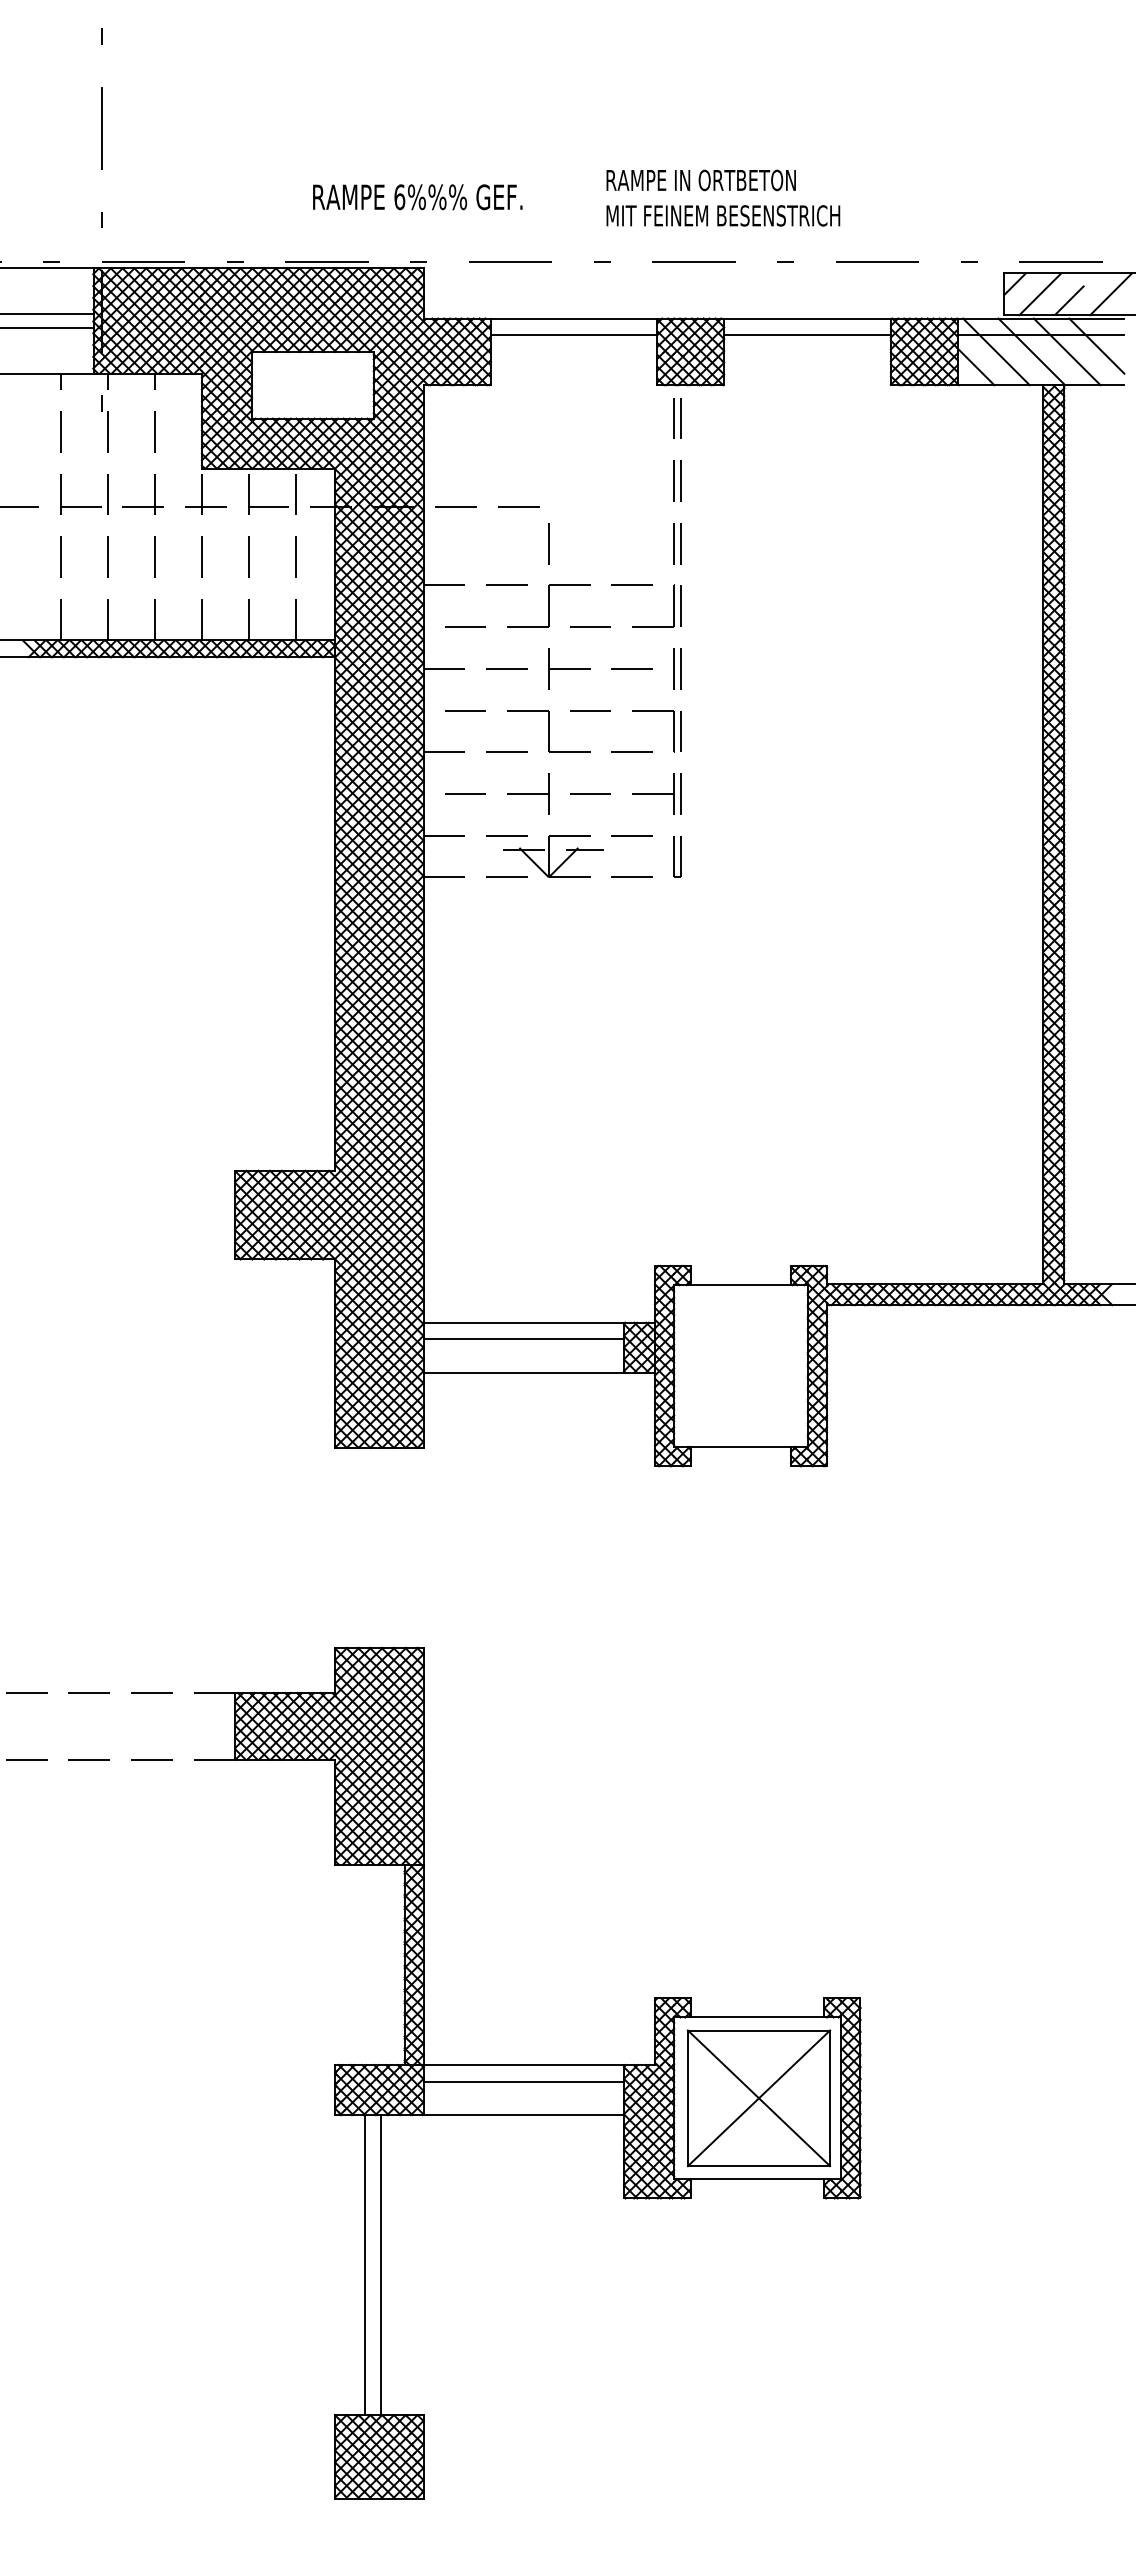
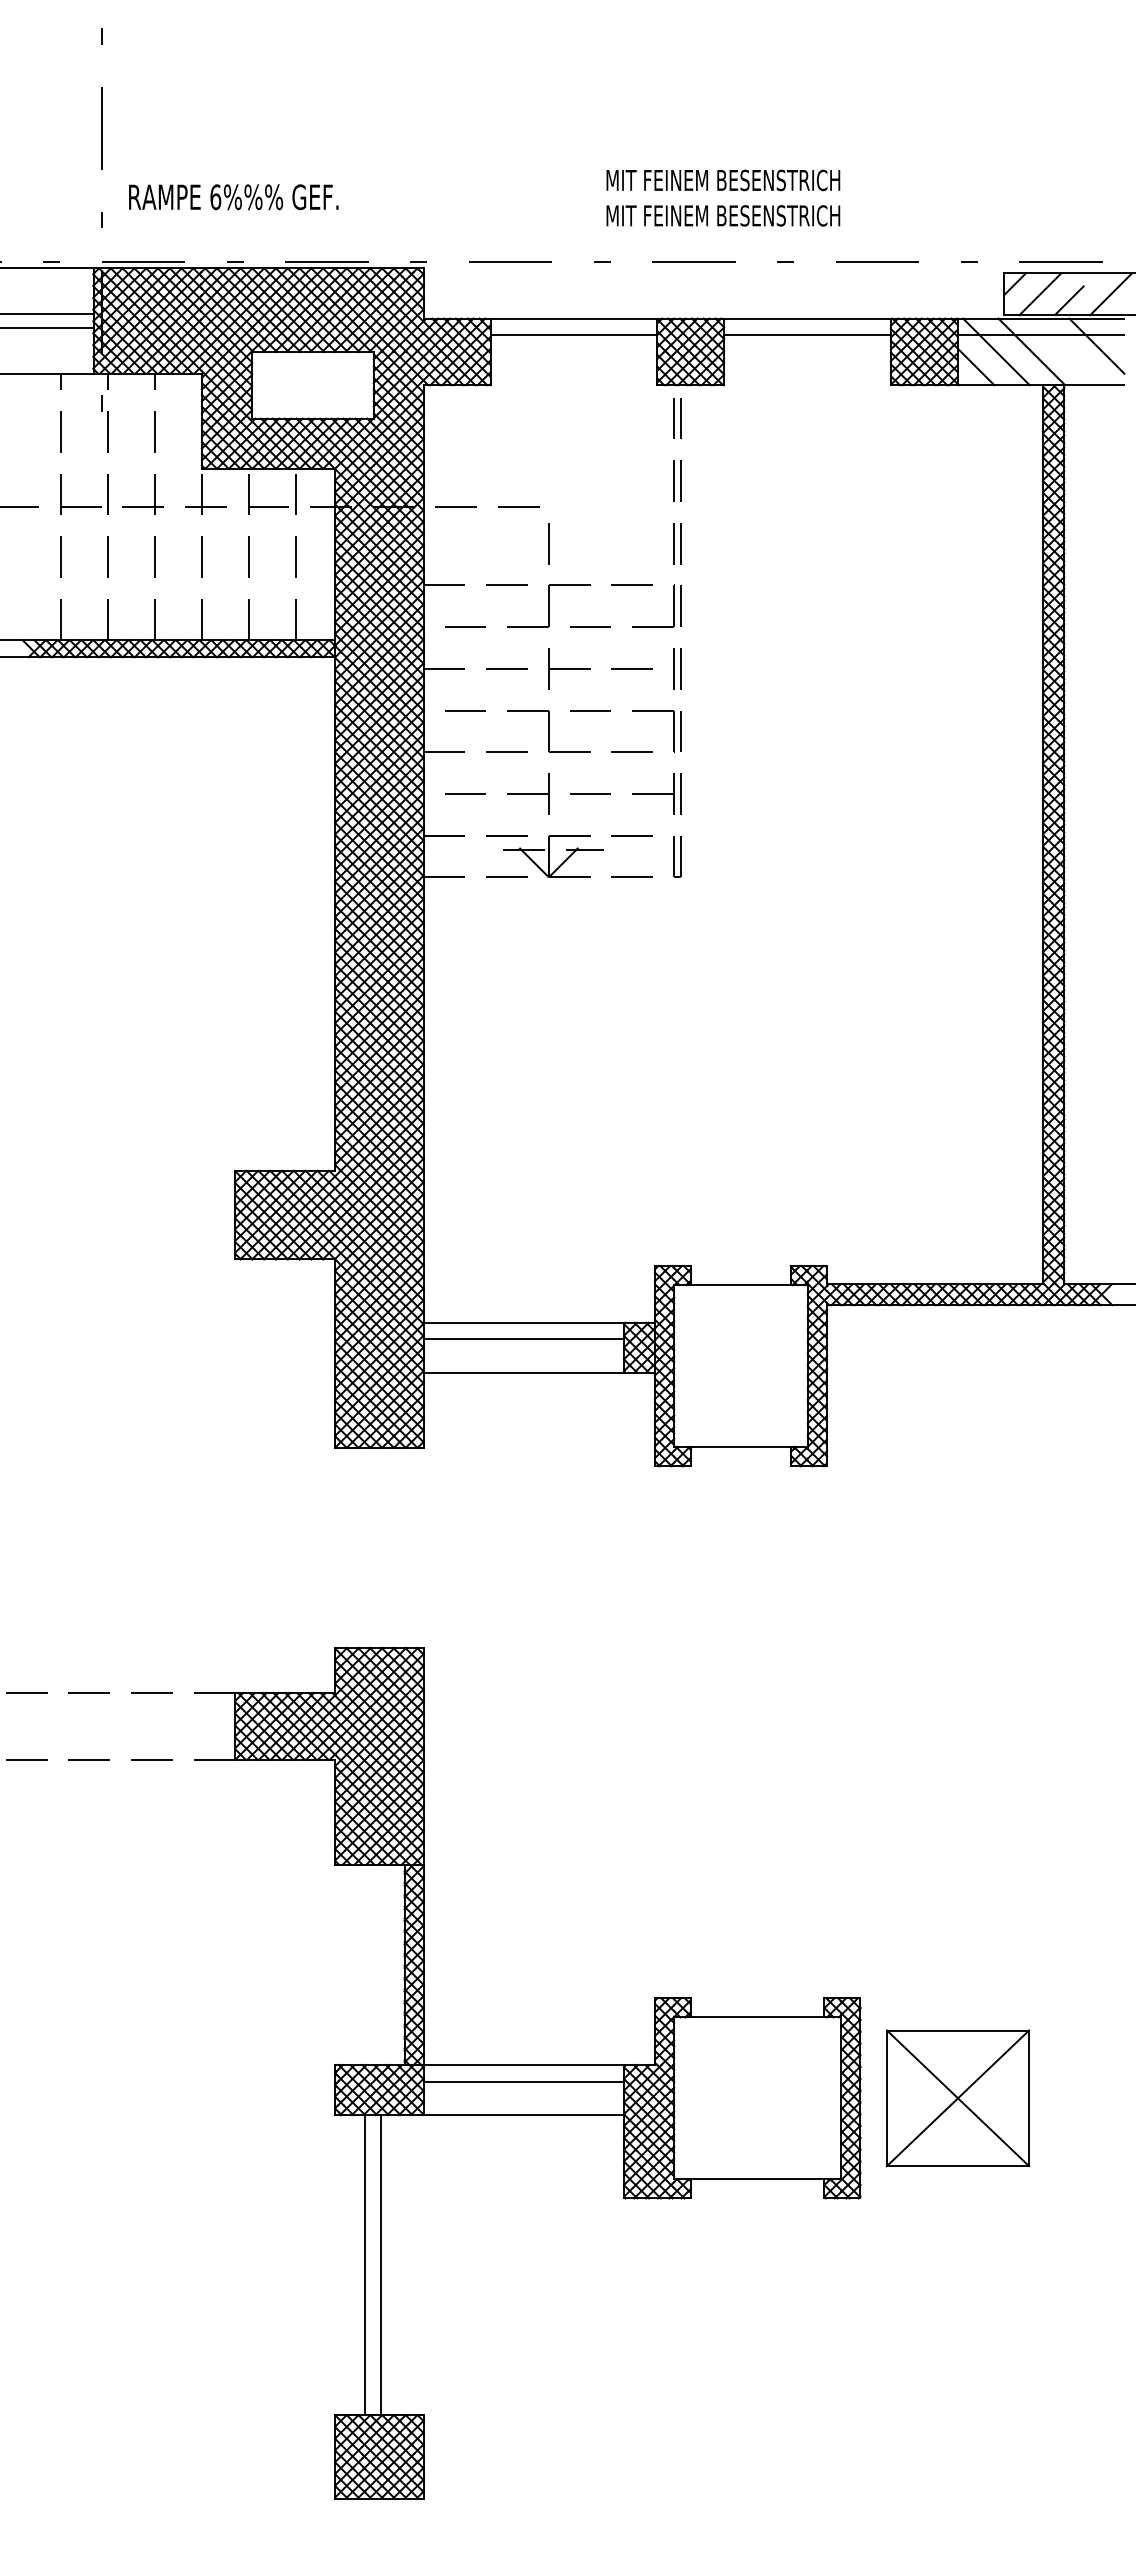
text at (724, 180): RAMPE IN ORTBETON -> MIT FEINEM BESENSTRICH
text at (417, 197) position: (417, 197) -> (233, 197)
line at (1066, 351): present -> none
part at (758, 2098) position: (758, 2098) -> (957, 2098)
